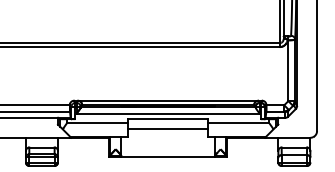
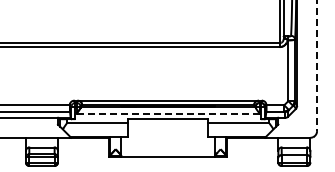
line at (317, 66): solid -> dashed
line at (168, 113): solid -> dashed
line at (168, 128): present -> none
